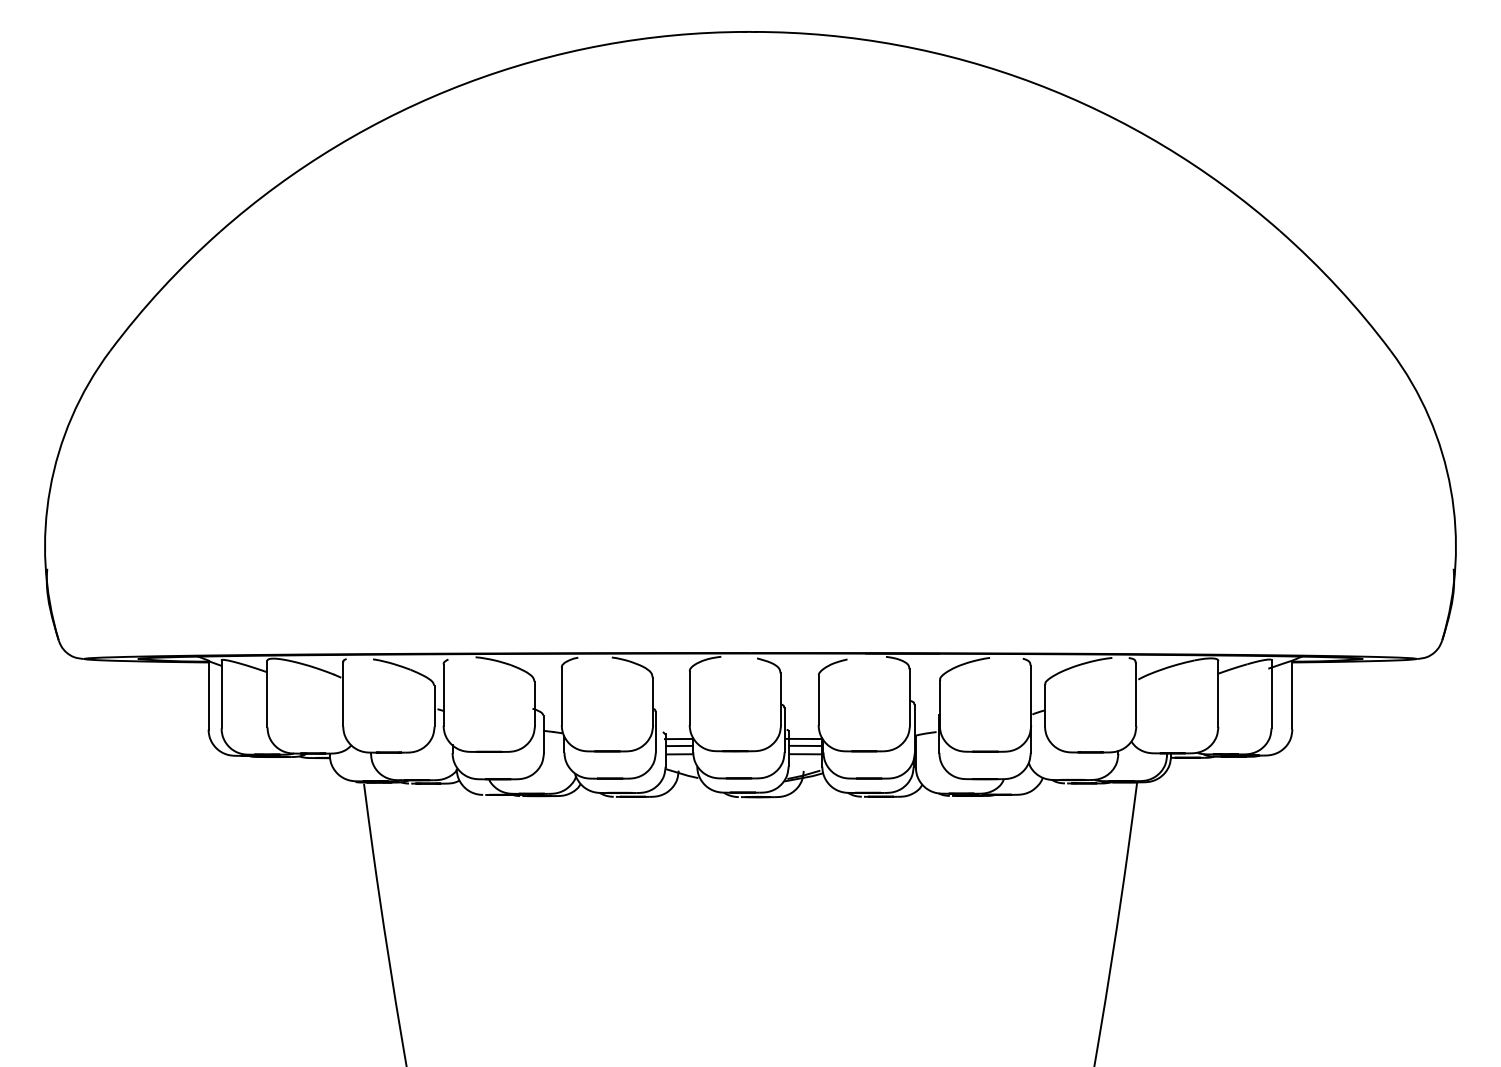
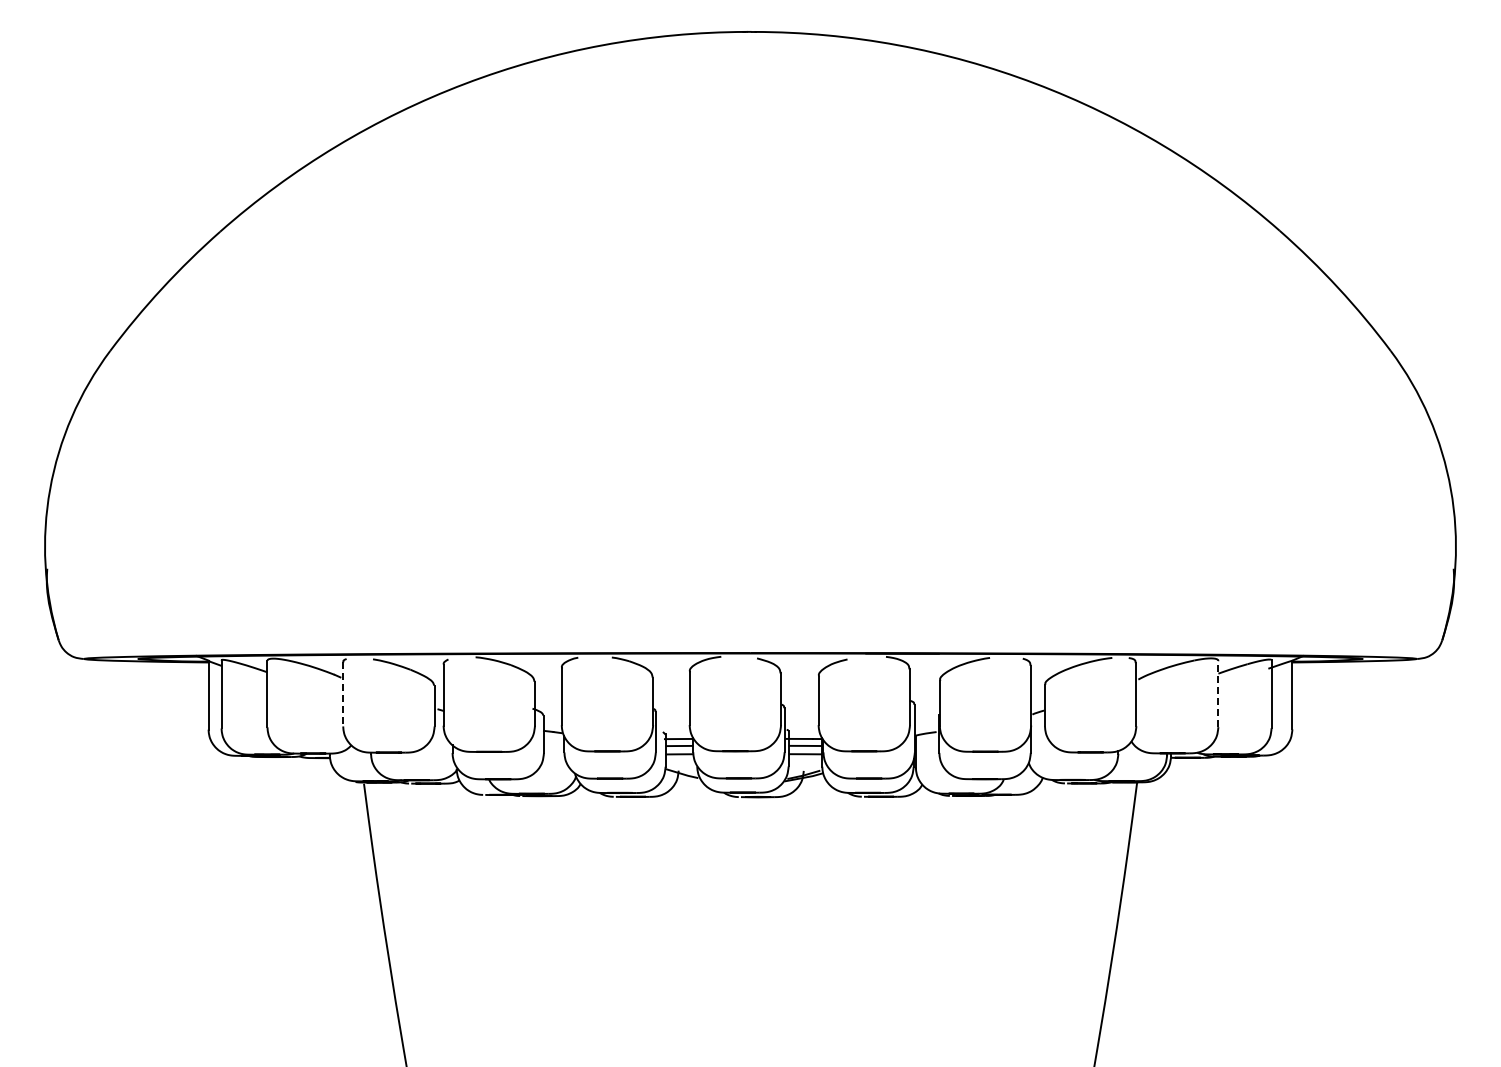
line at (1218, 693): solid -> dashed
line at (343, 694): solid -> dashed
